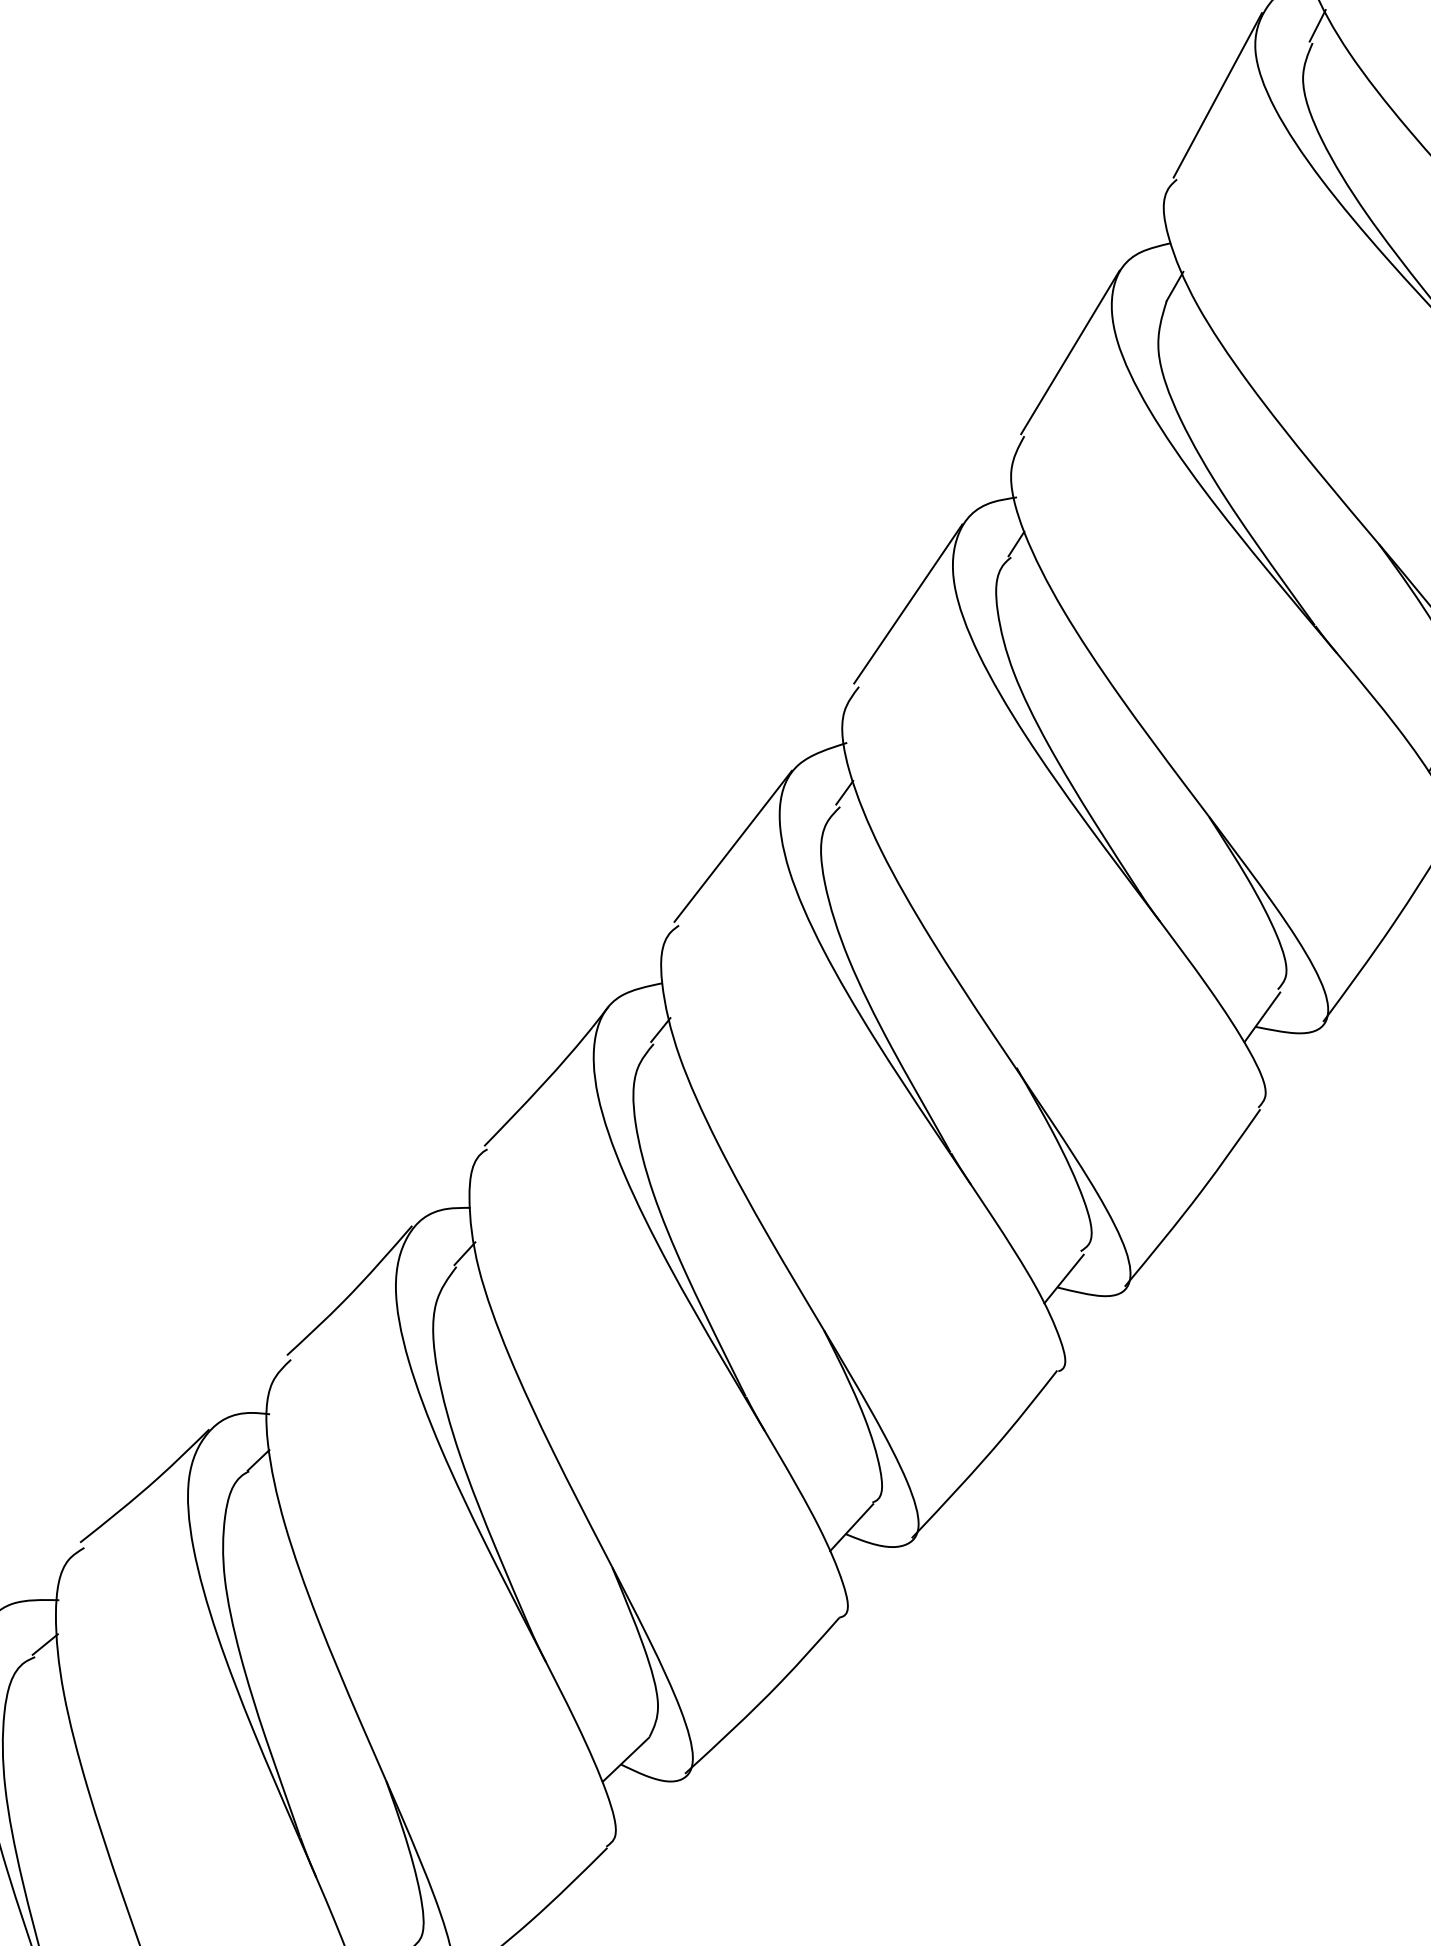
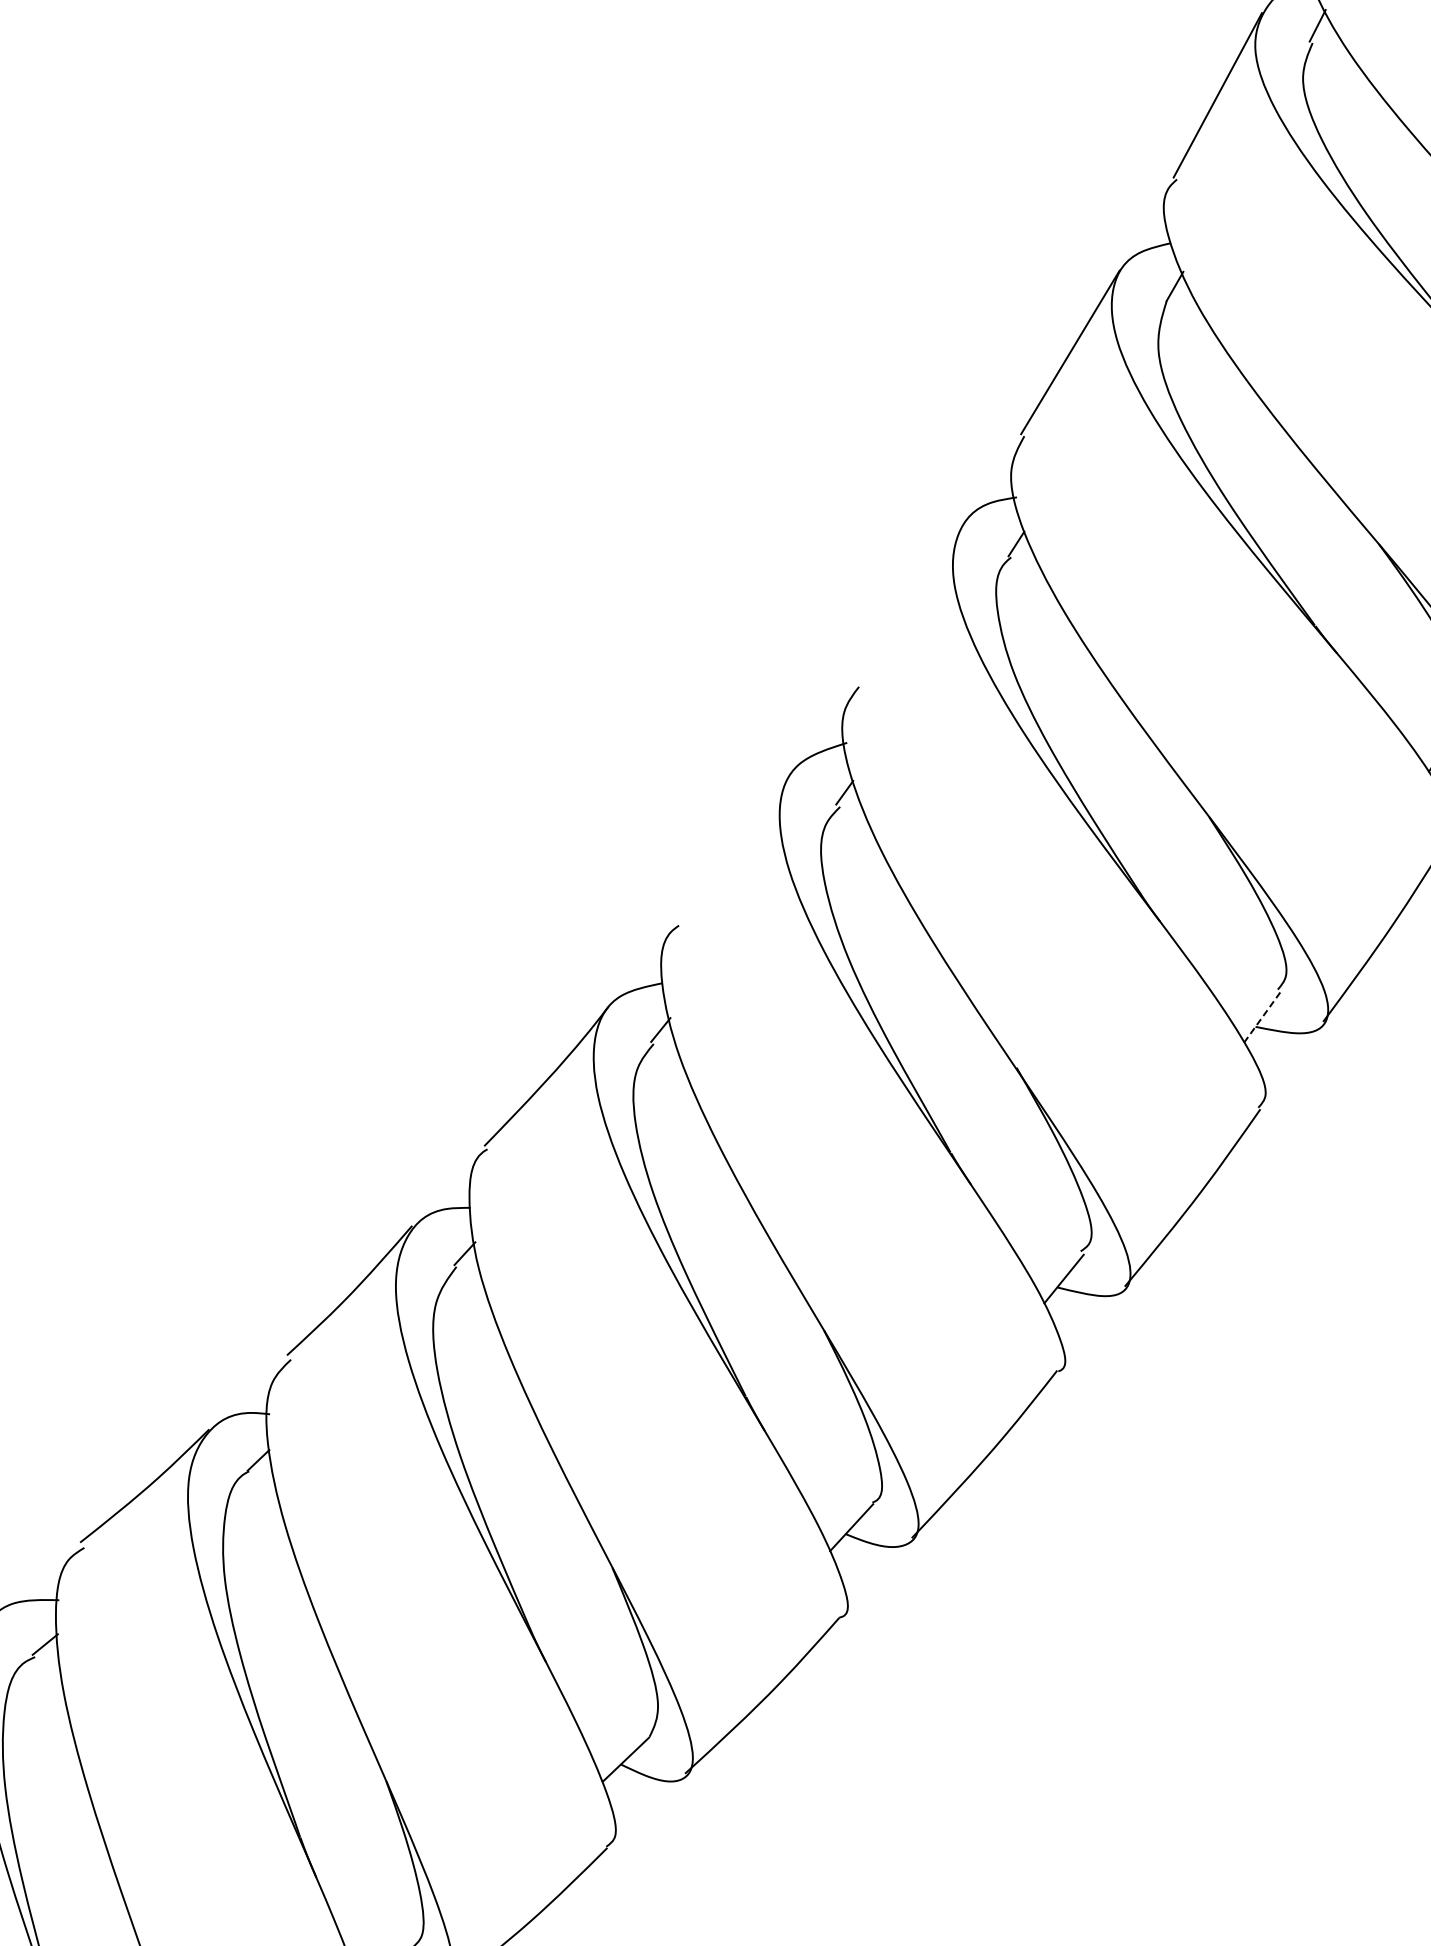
line at (908, 603): present -> none
line at (732, 845): present -> none
line at (1262, 1017): solid -> dashed
